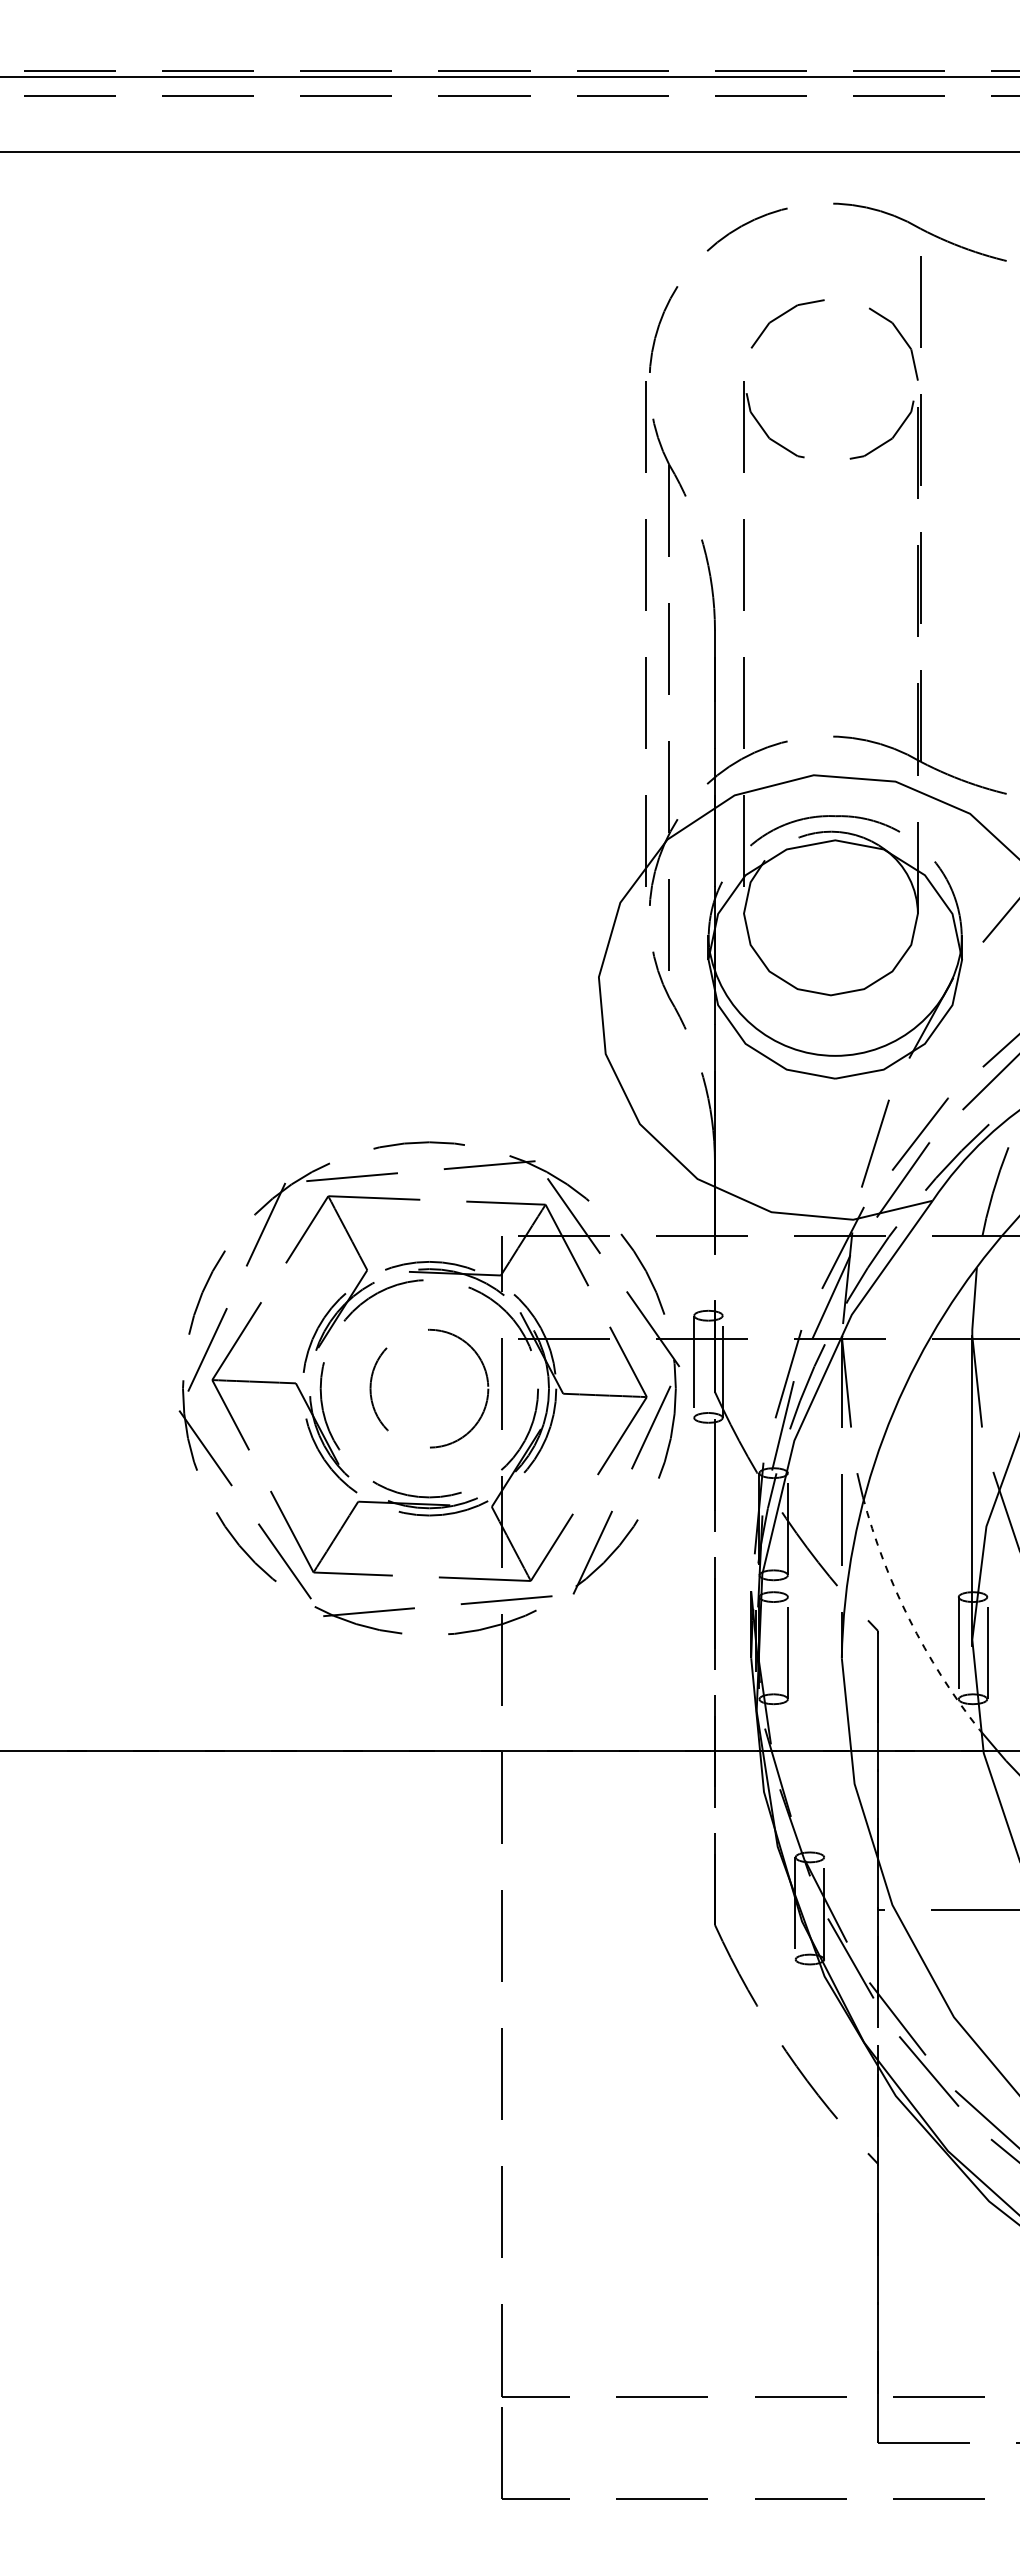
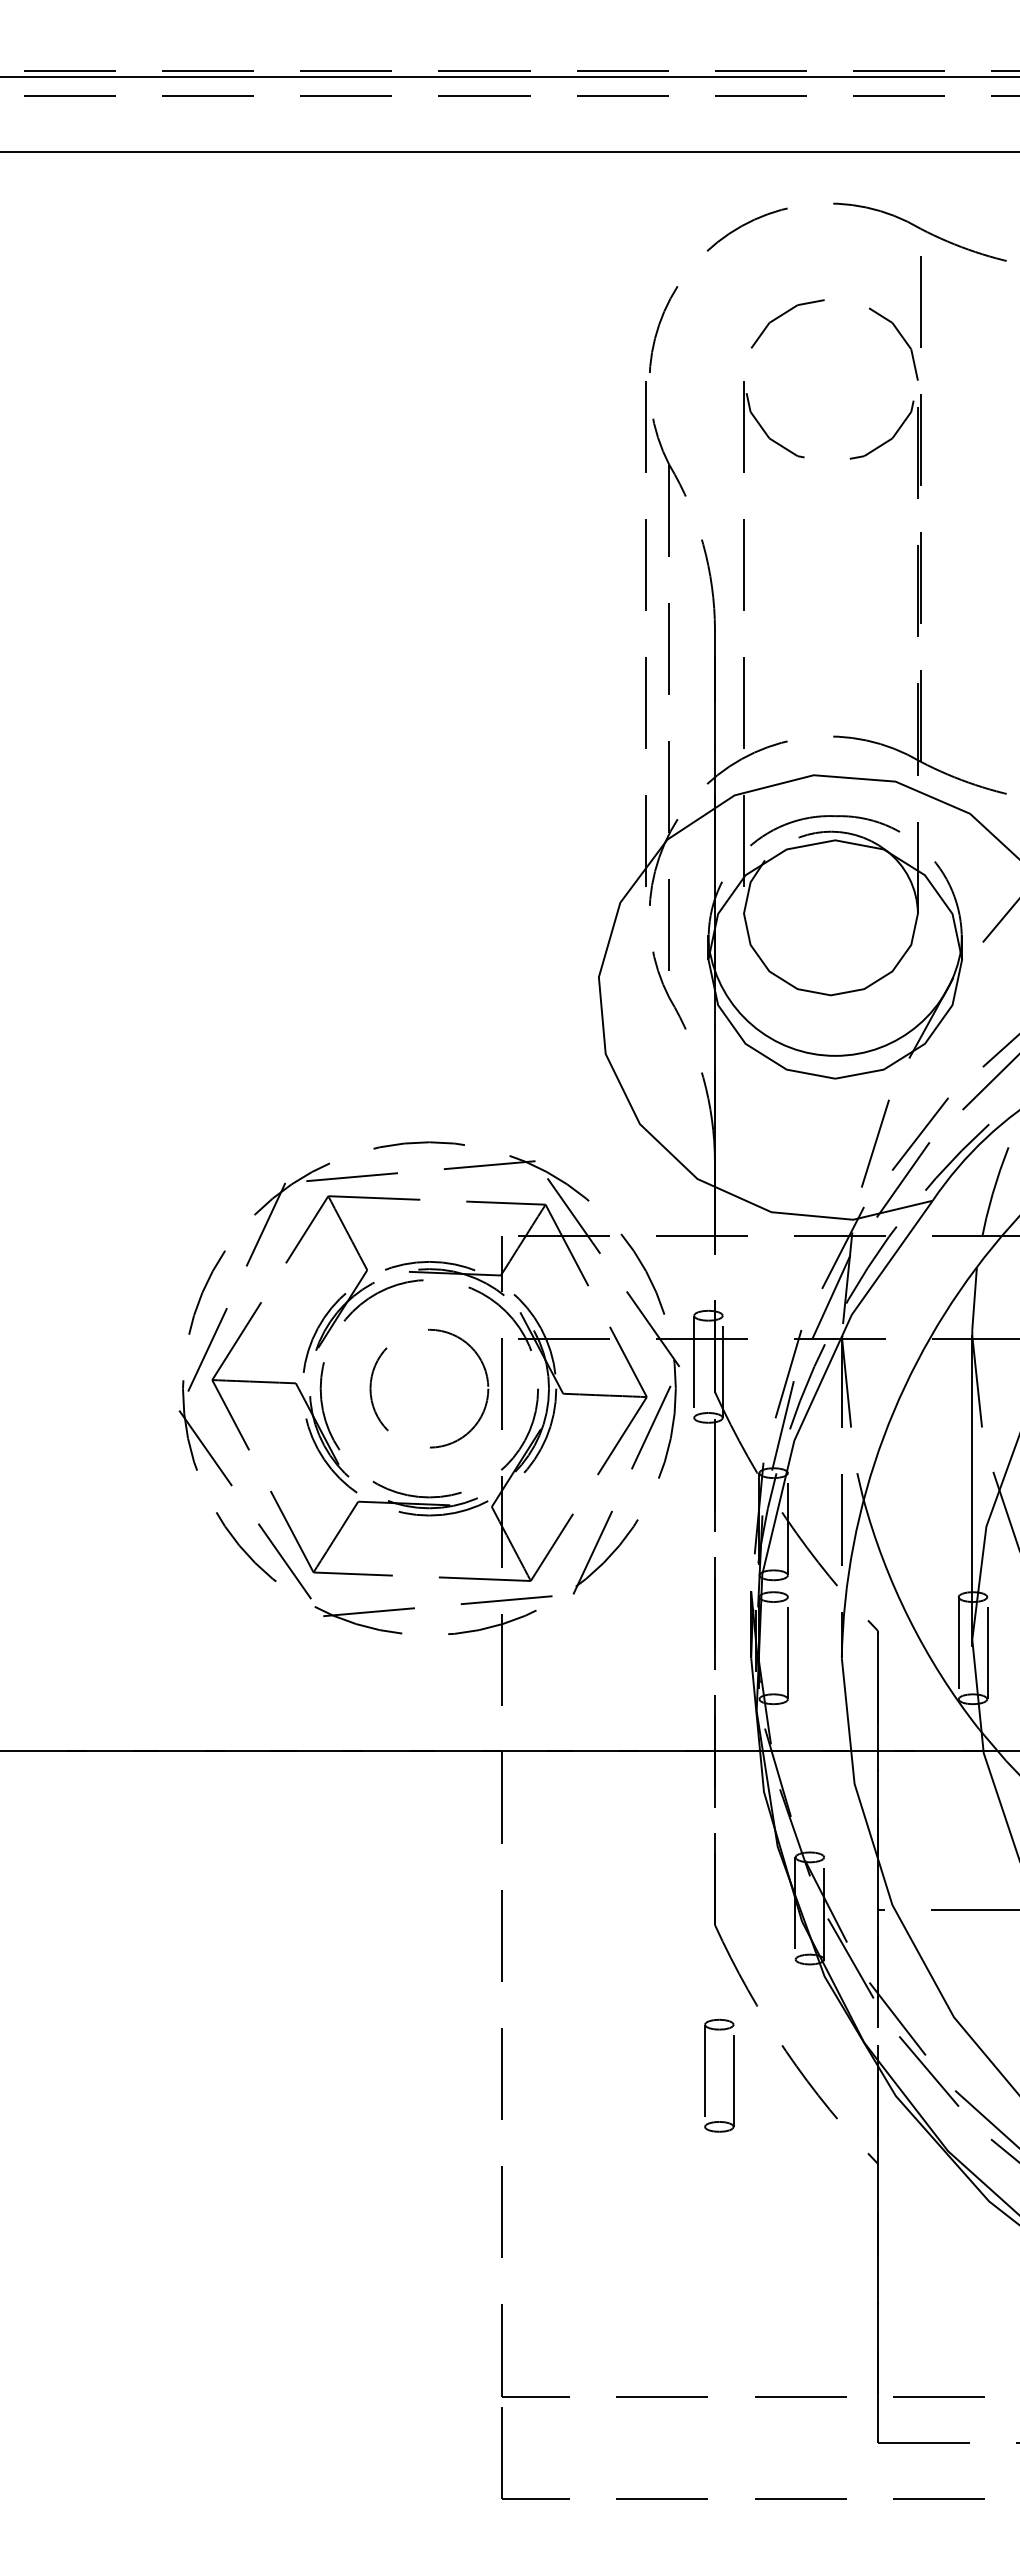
arc at (909, 1619): dashed -> solid
part at (705, 2075): none -> present
